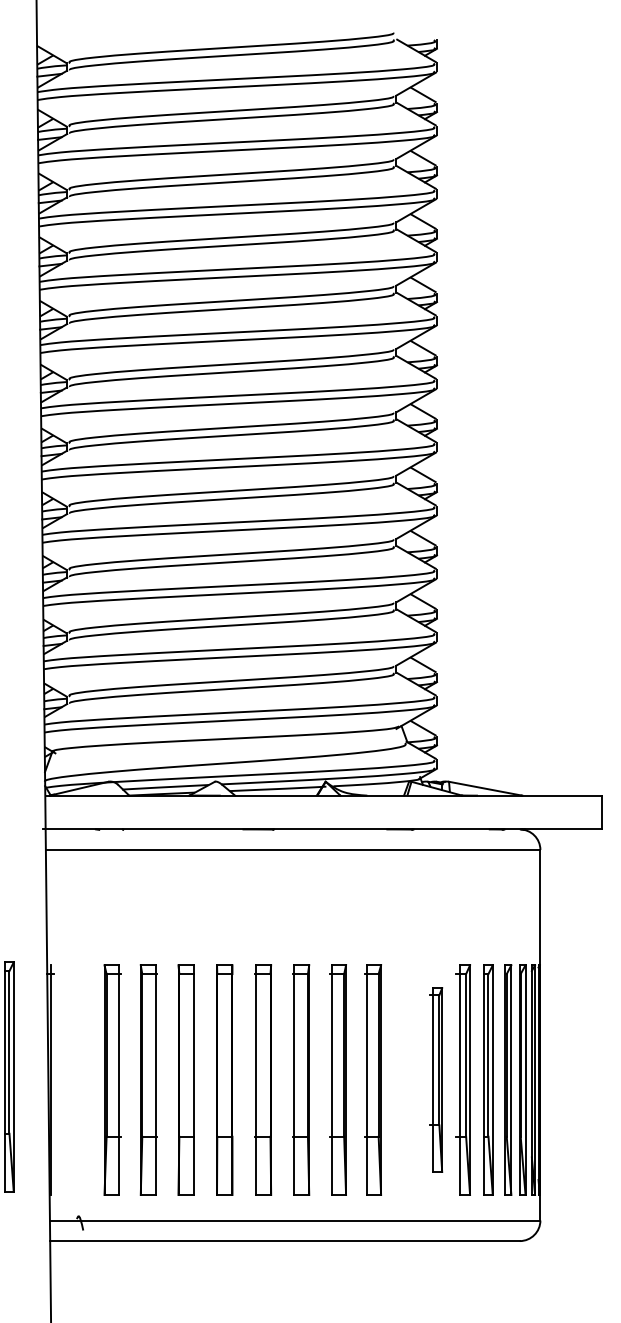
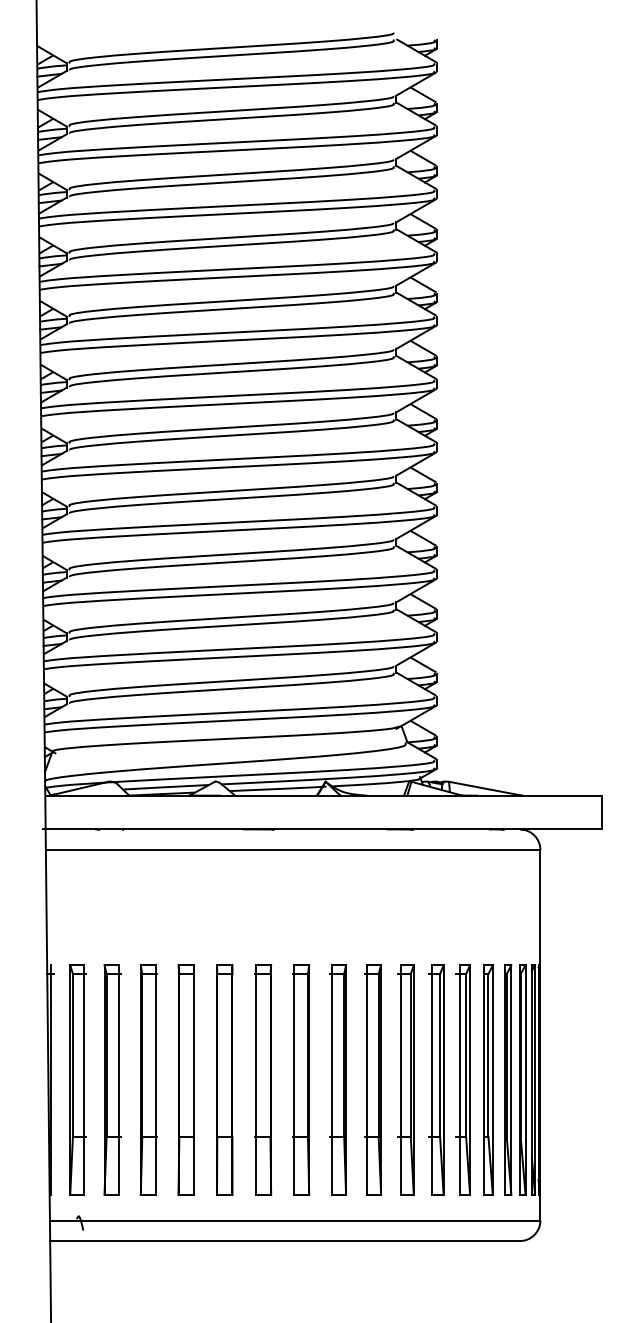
part at (9, 1076): present -> none
part at (77, 1079): none -> present
part at (405, 1079): none -> present
part at (436, 1079) size: 15x186 px -> 17x232 px
